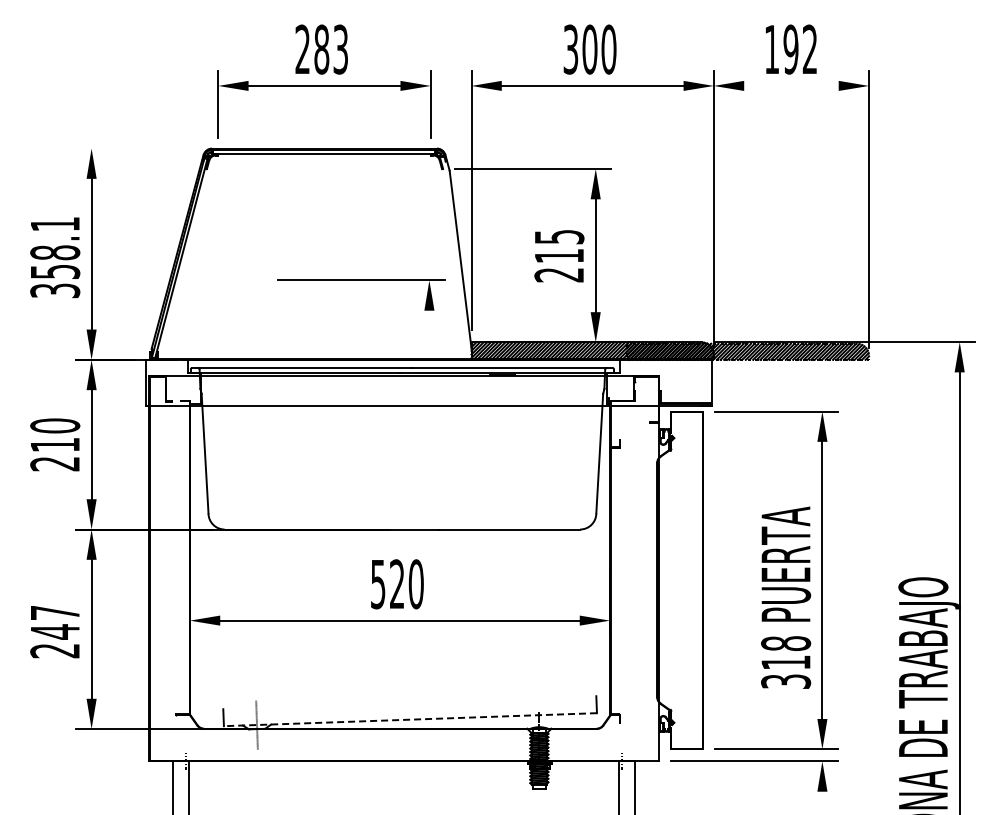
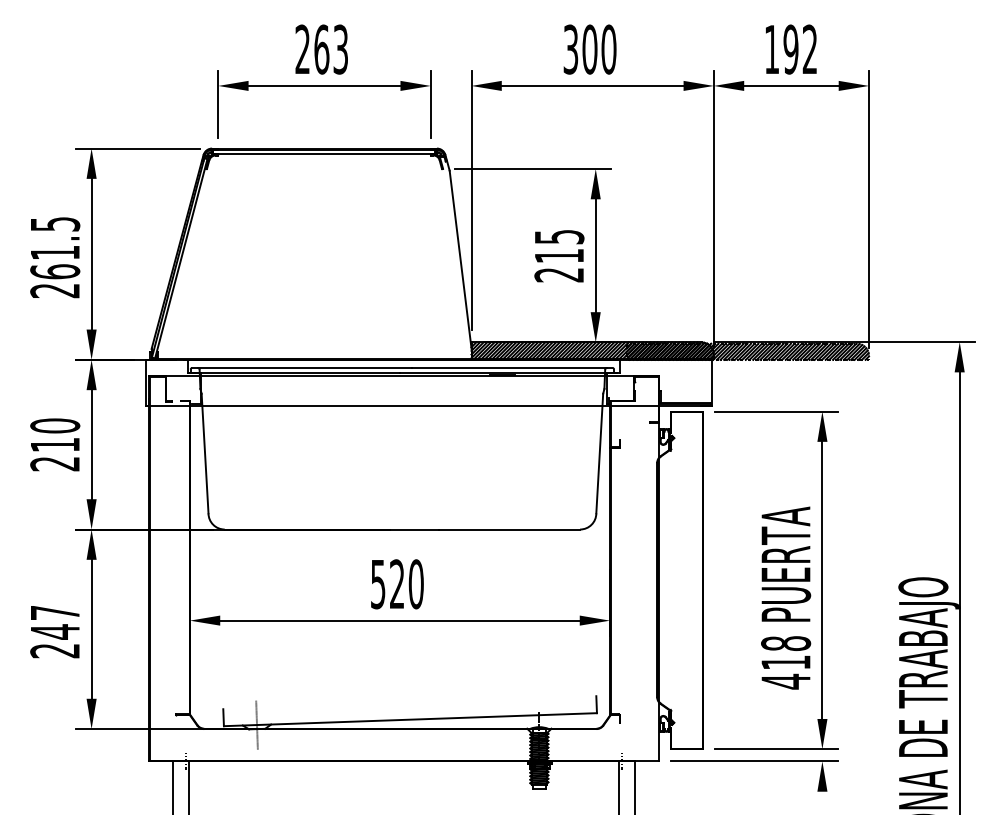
text at (321, 49): 283 -> 263
line at (791, 85): none -> present
line at (138, 148): none -> present
text at (55, 257): 358.1 -> 261.5
part at (361, 280): present -> none
text at (786, 681): 318 -> 418
line at (410, 719): dashed -> solid
